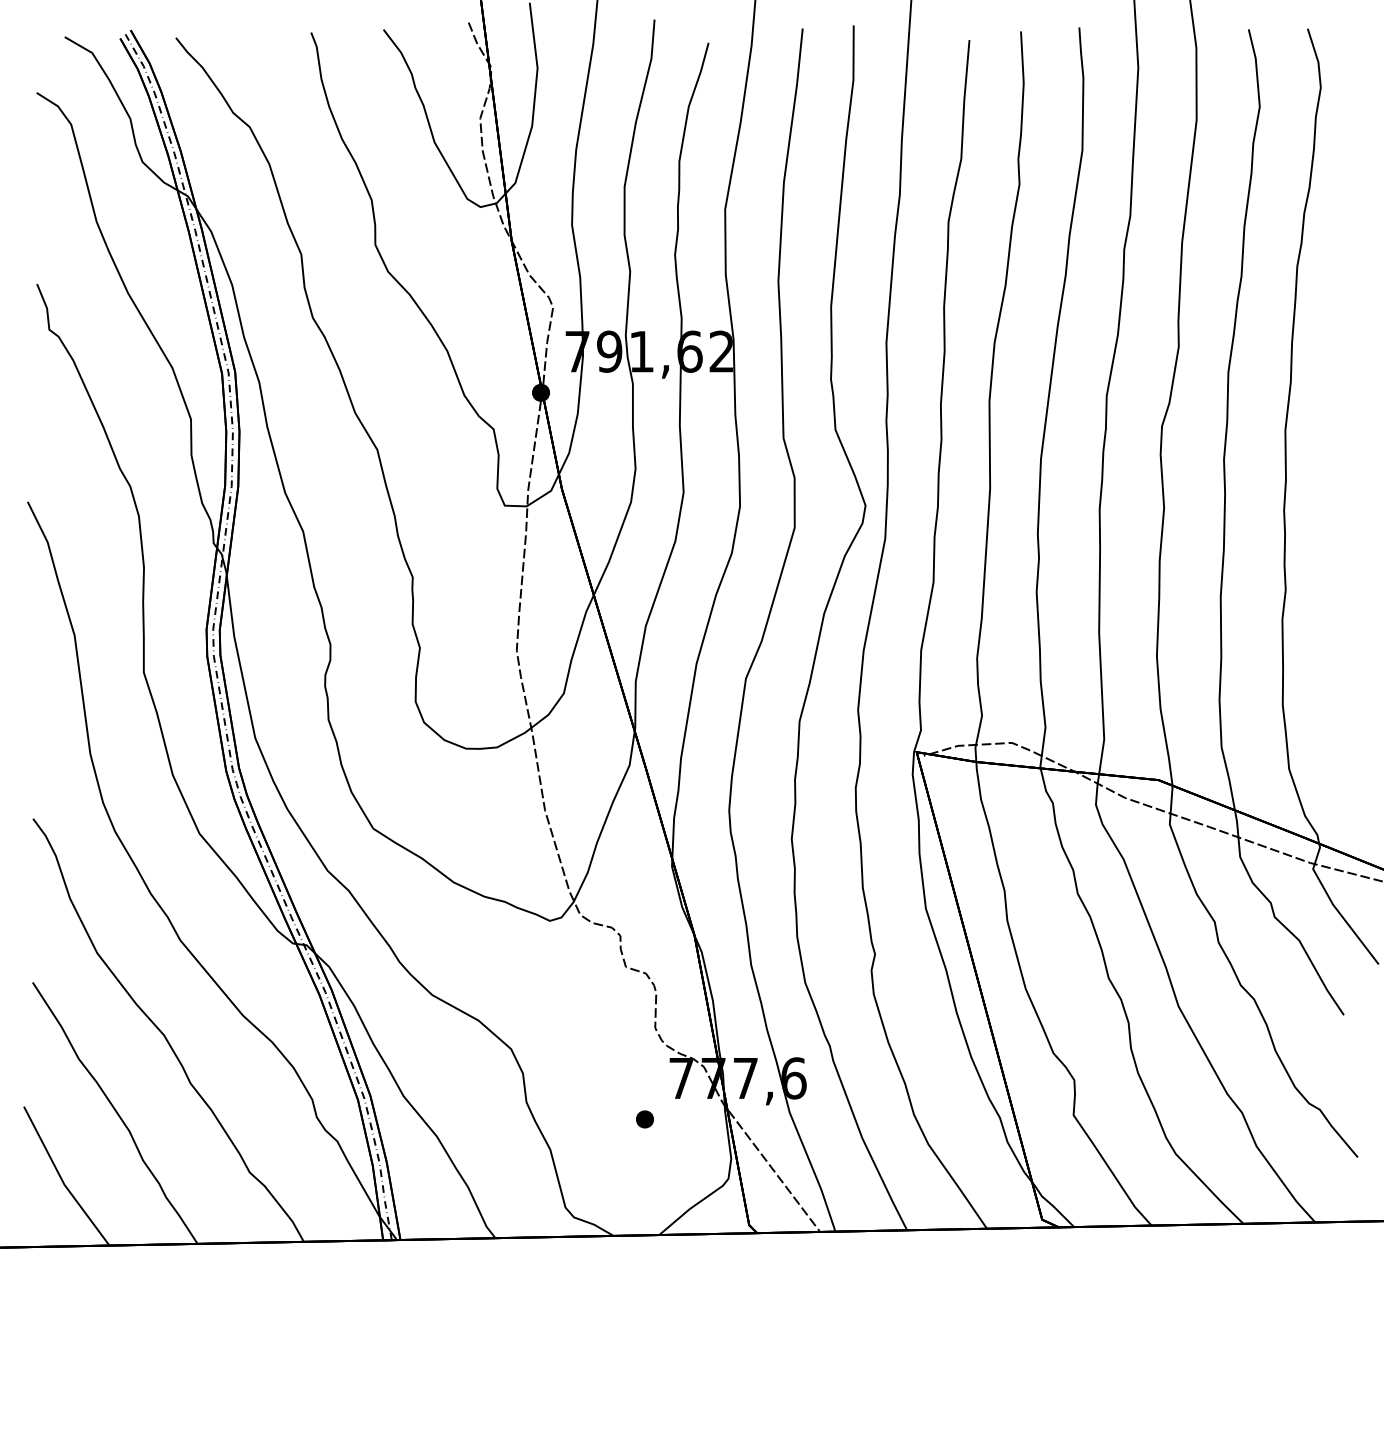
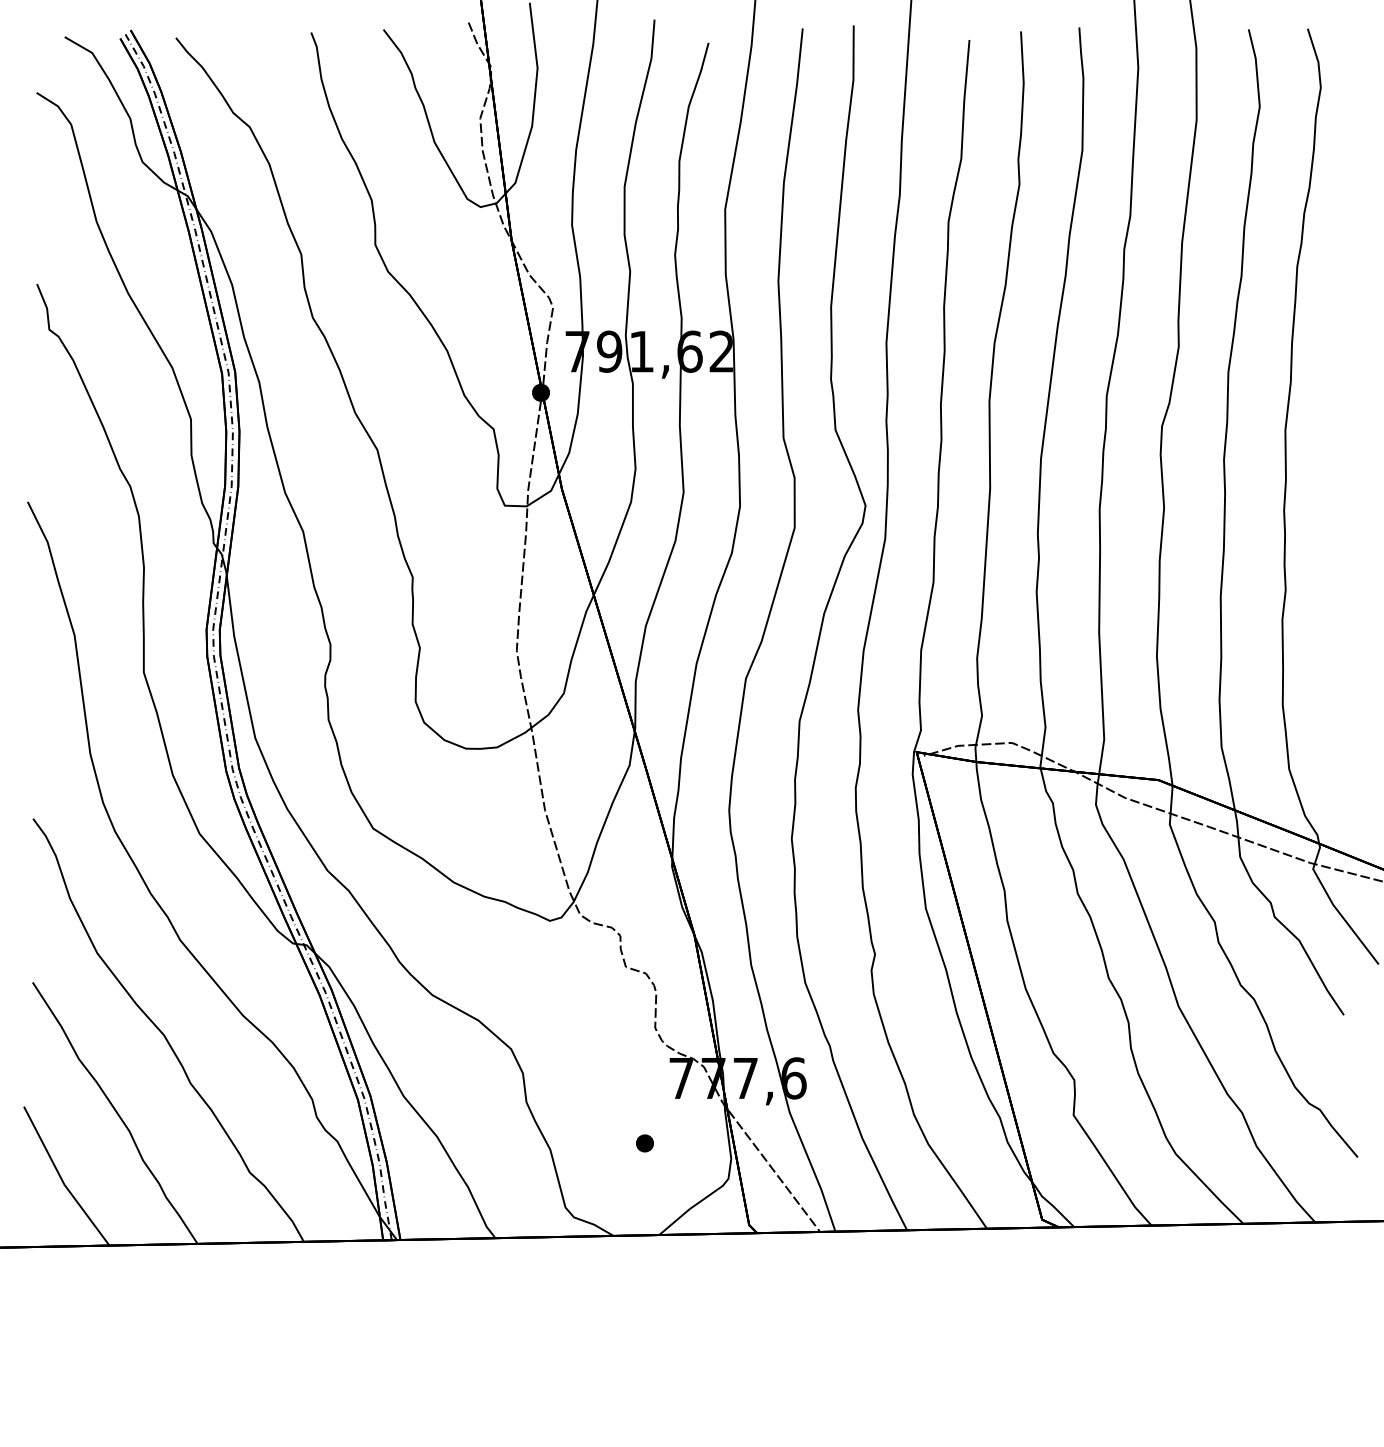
part at (644, 1119) position: (644, 1119) -> (644, 1143)
